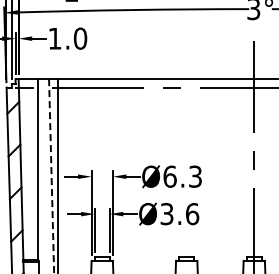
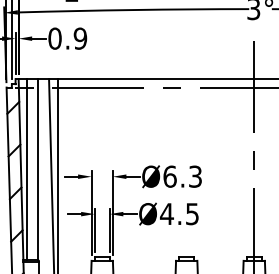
text at (67, 38): 1.0 -> 0.9
line at (27, 169): none -> present
line at (51, 176): dashed -> solid
text at (179, 214): Ø3.6 -> Ø4.5
